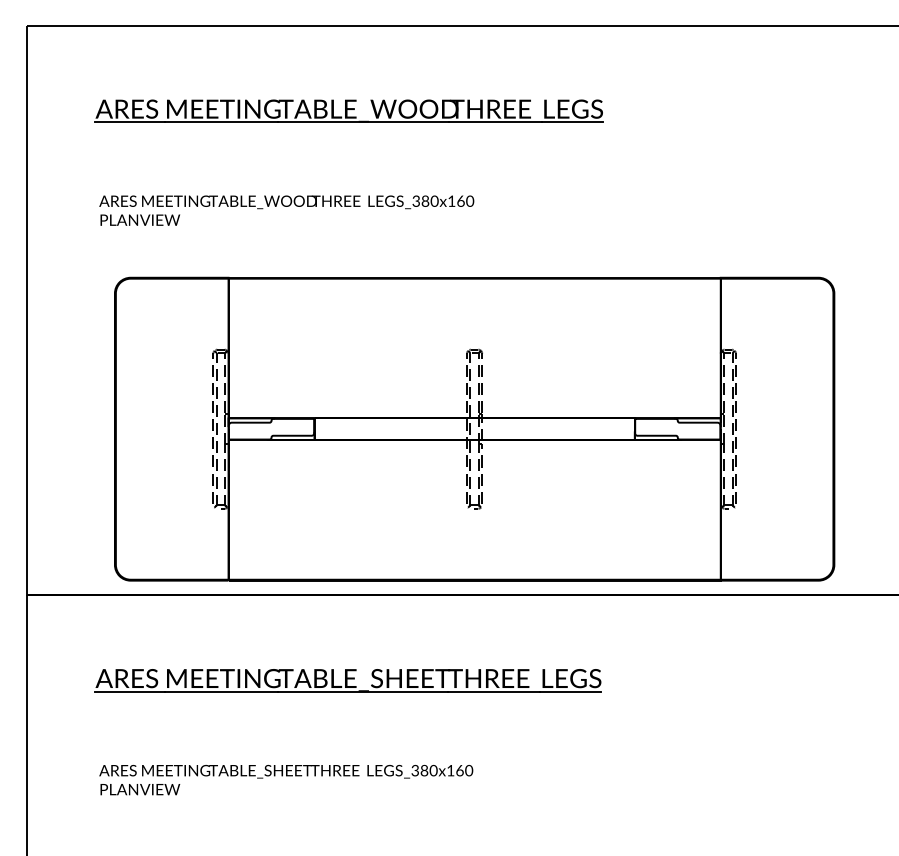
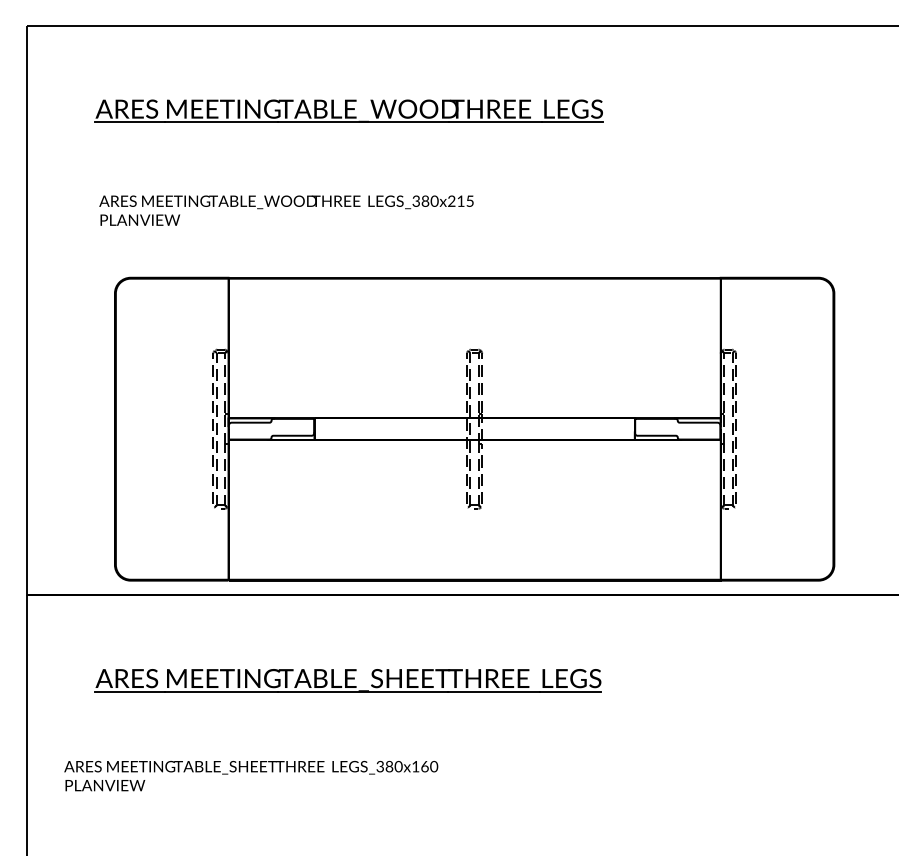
text at (461, 200): LEGS_380x160 -> LEGS_380x215
text at (286, 780) position: (286, 780) -> (251, 776)
